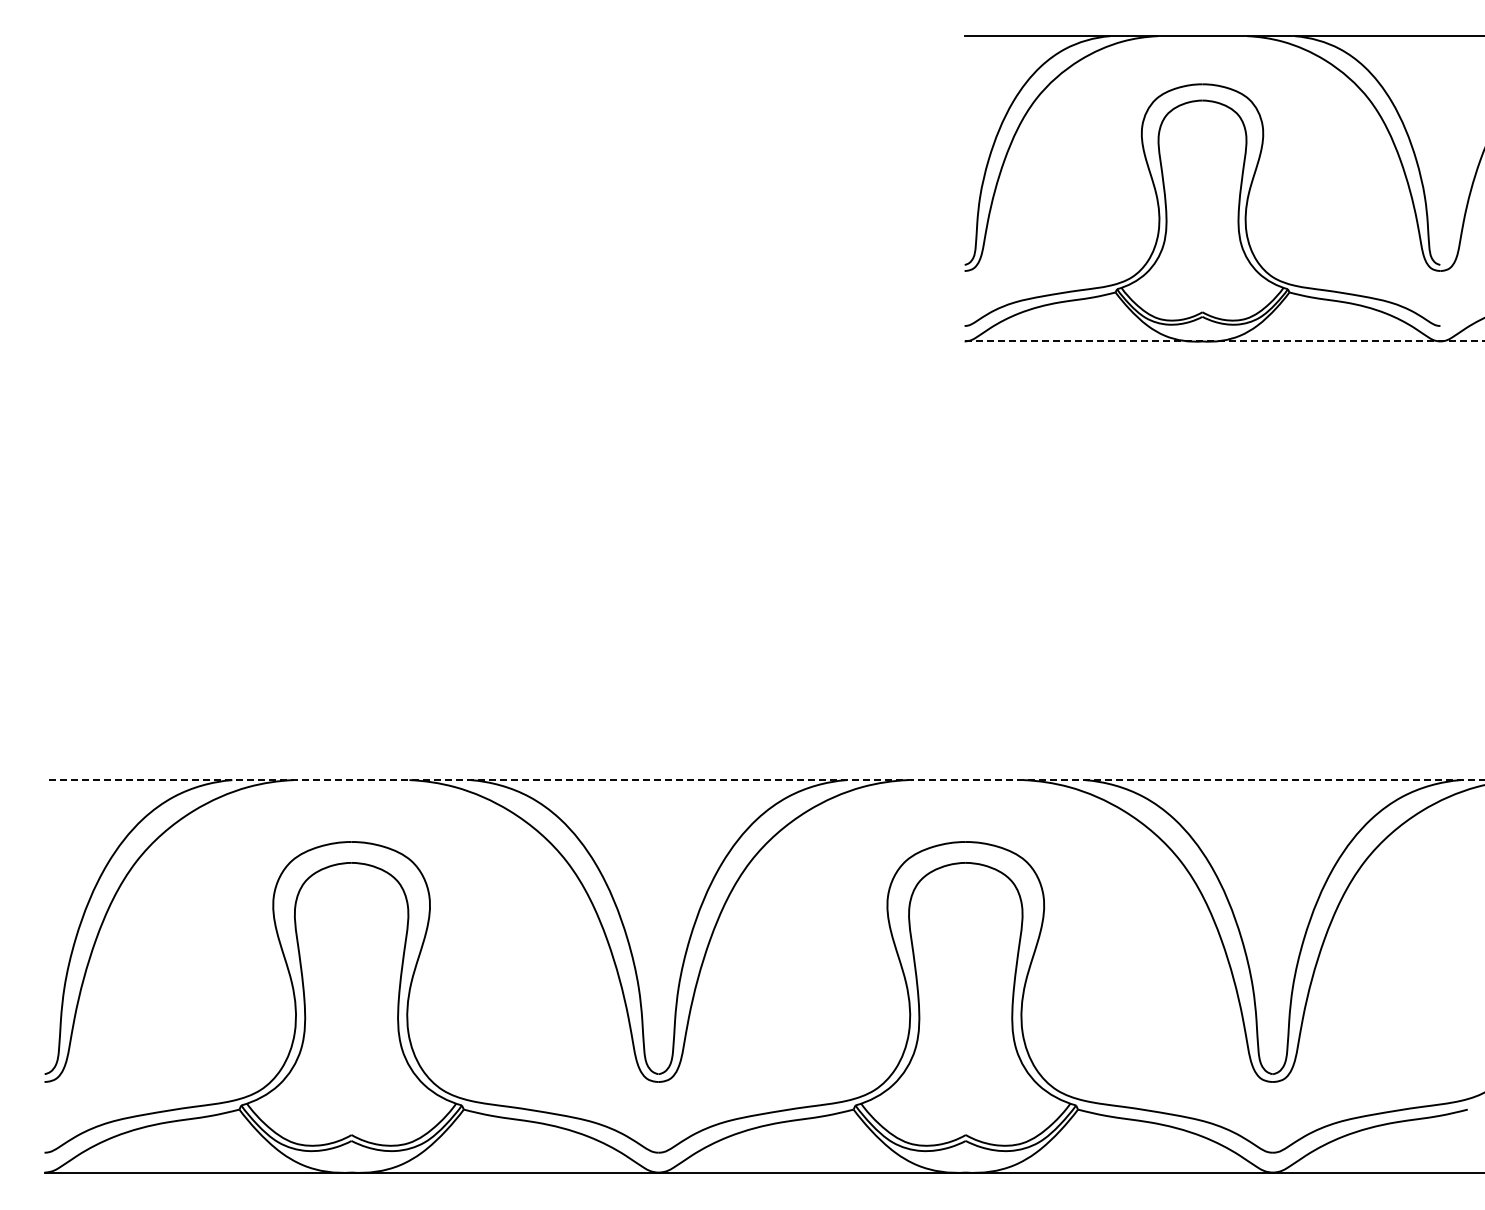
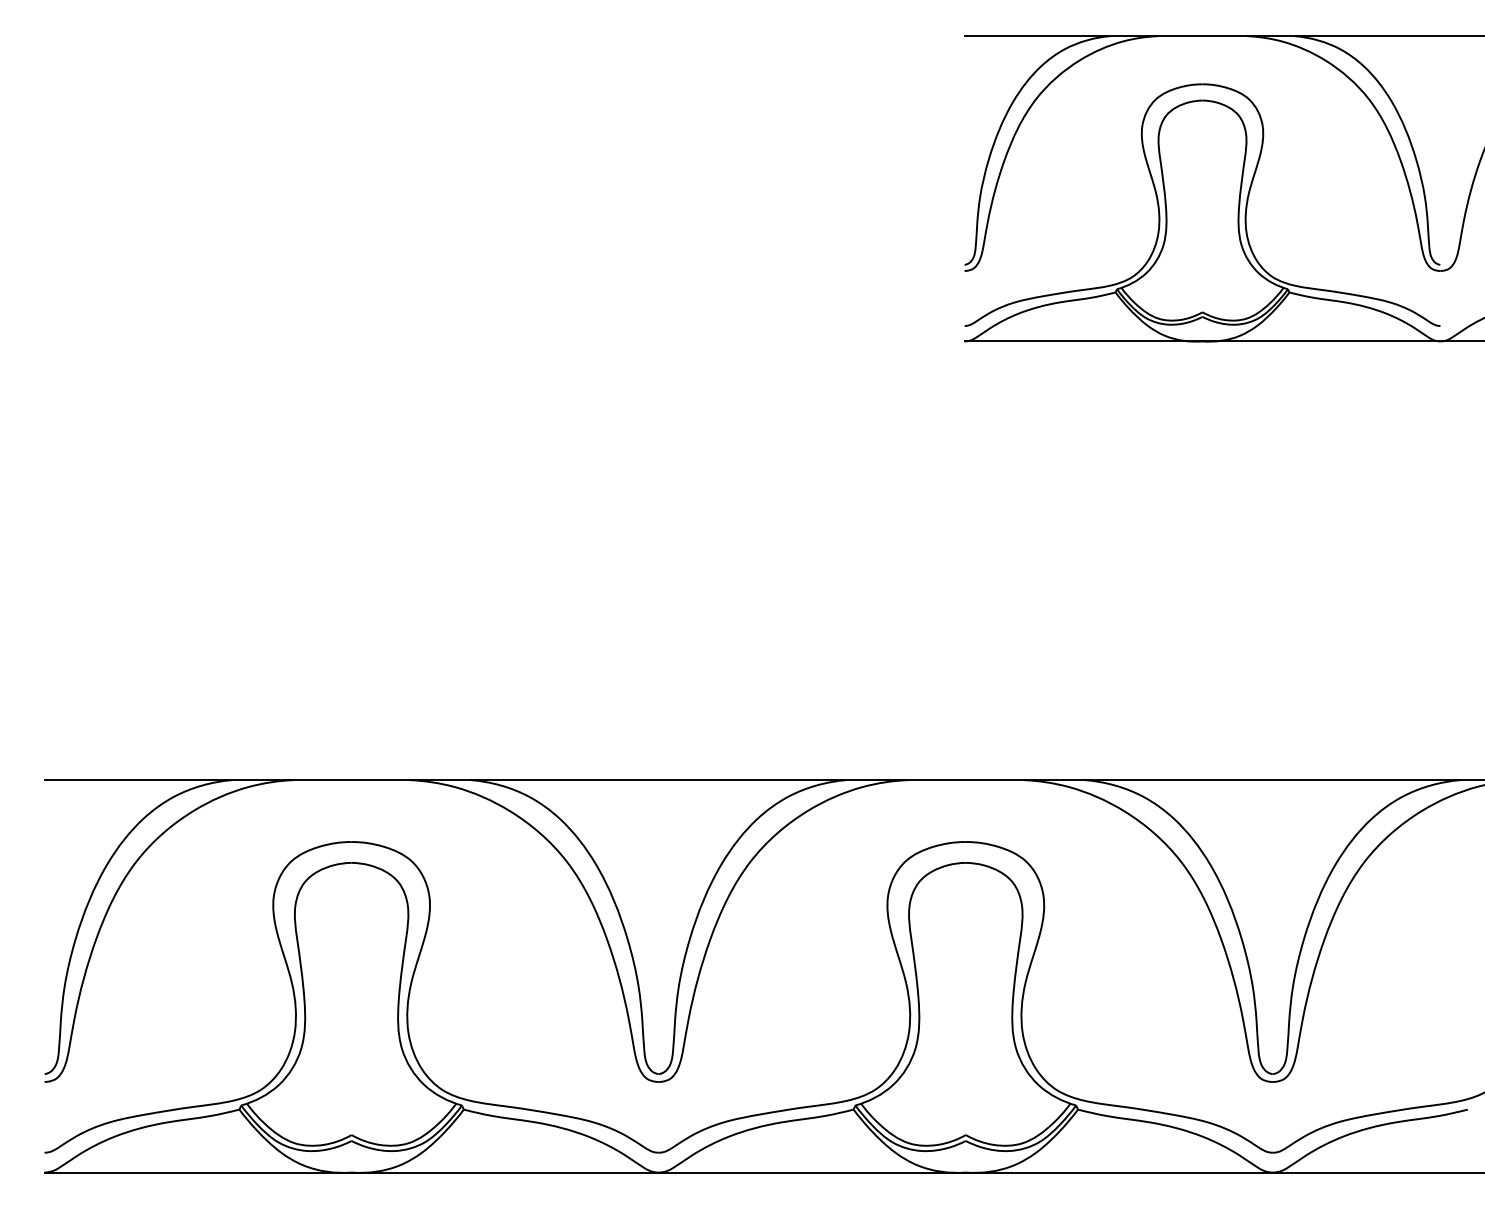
line at (1224, 341): dashed -> solid
line at (764, 780): dashed -> solid
